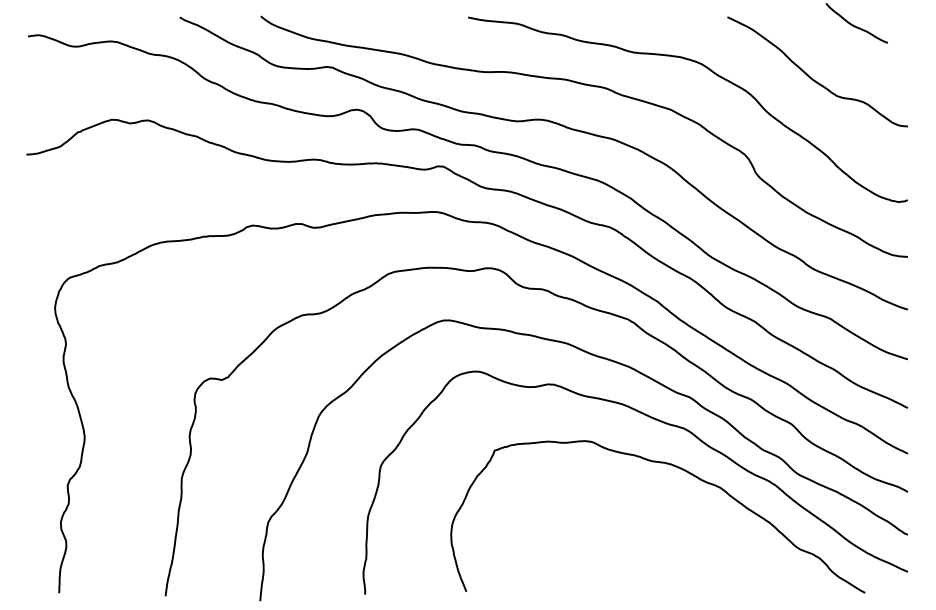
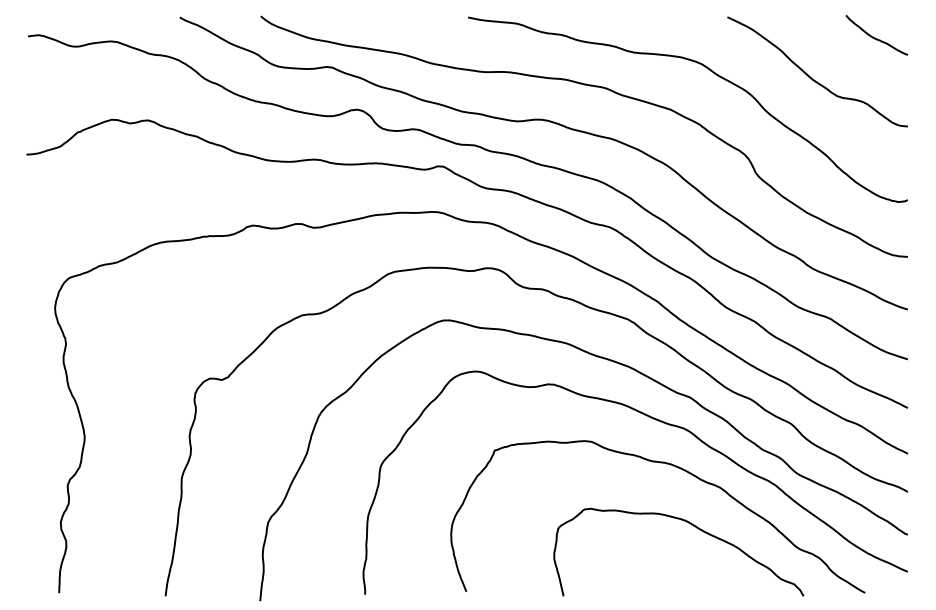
curve at (855, 25) position: (855, 25) -> (875, 37)
curve at (691, 525): none -> present
